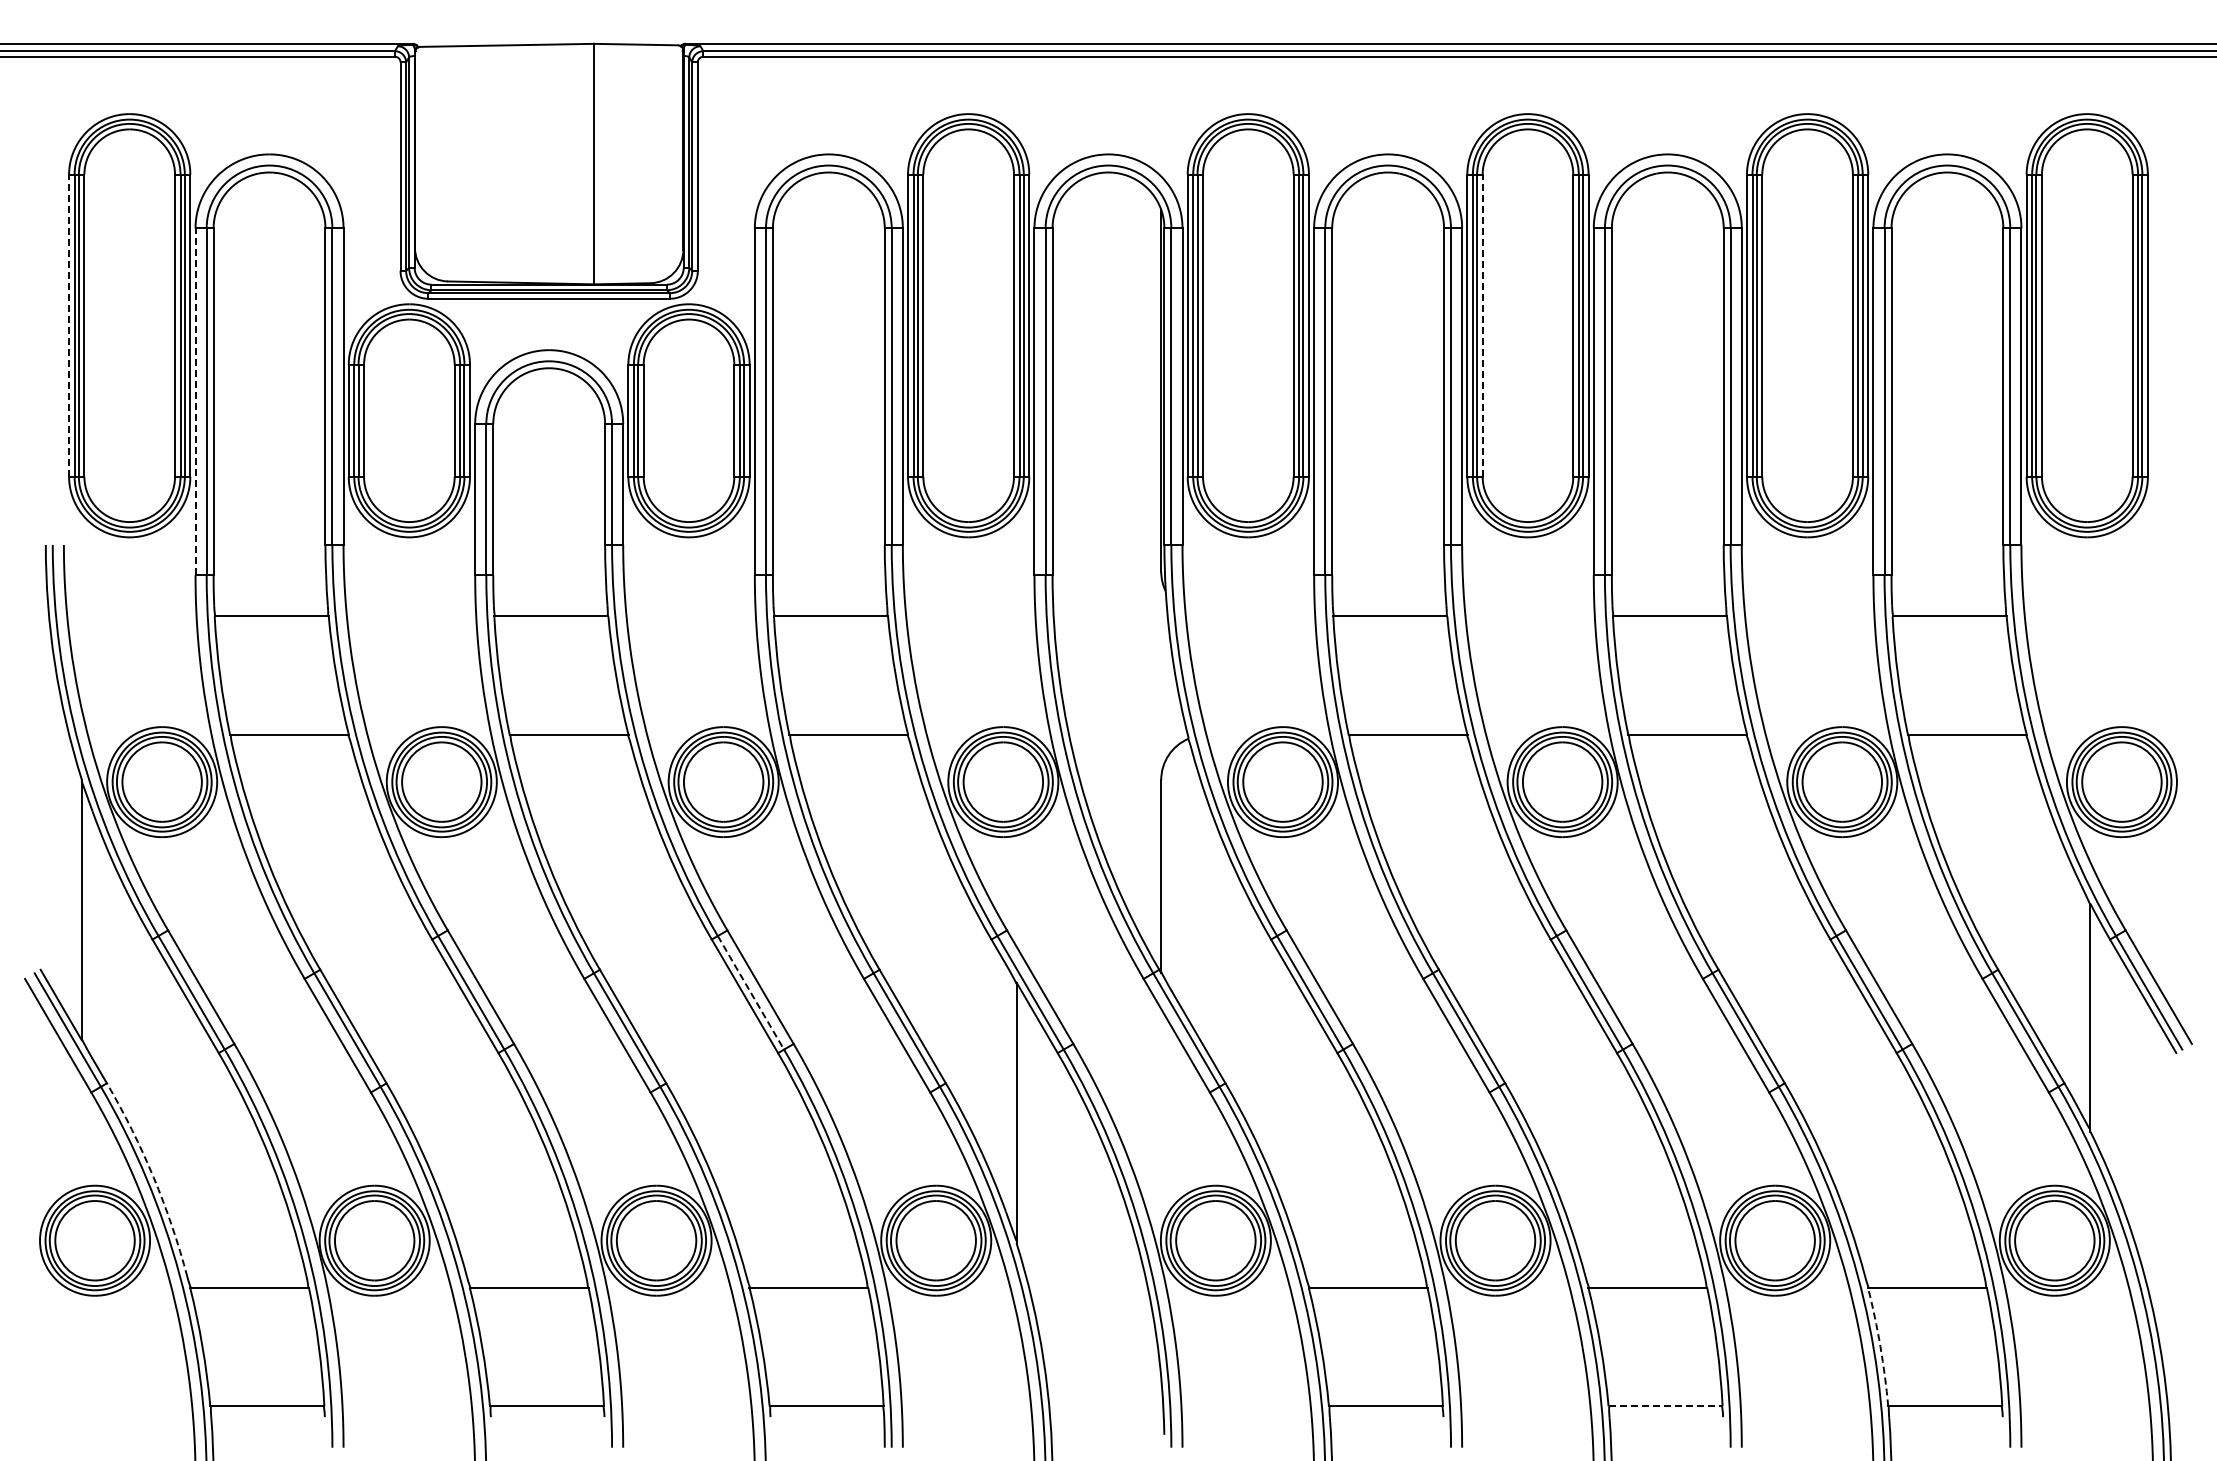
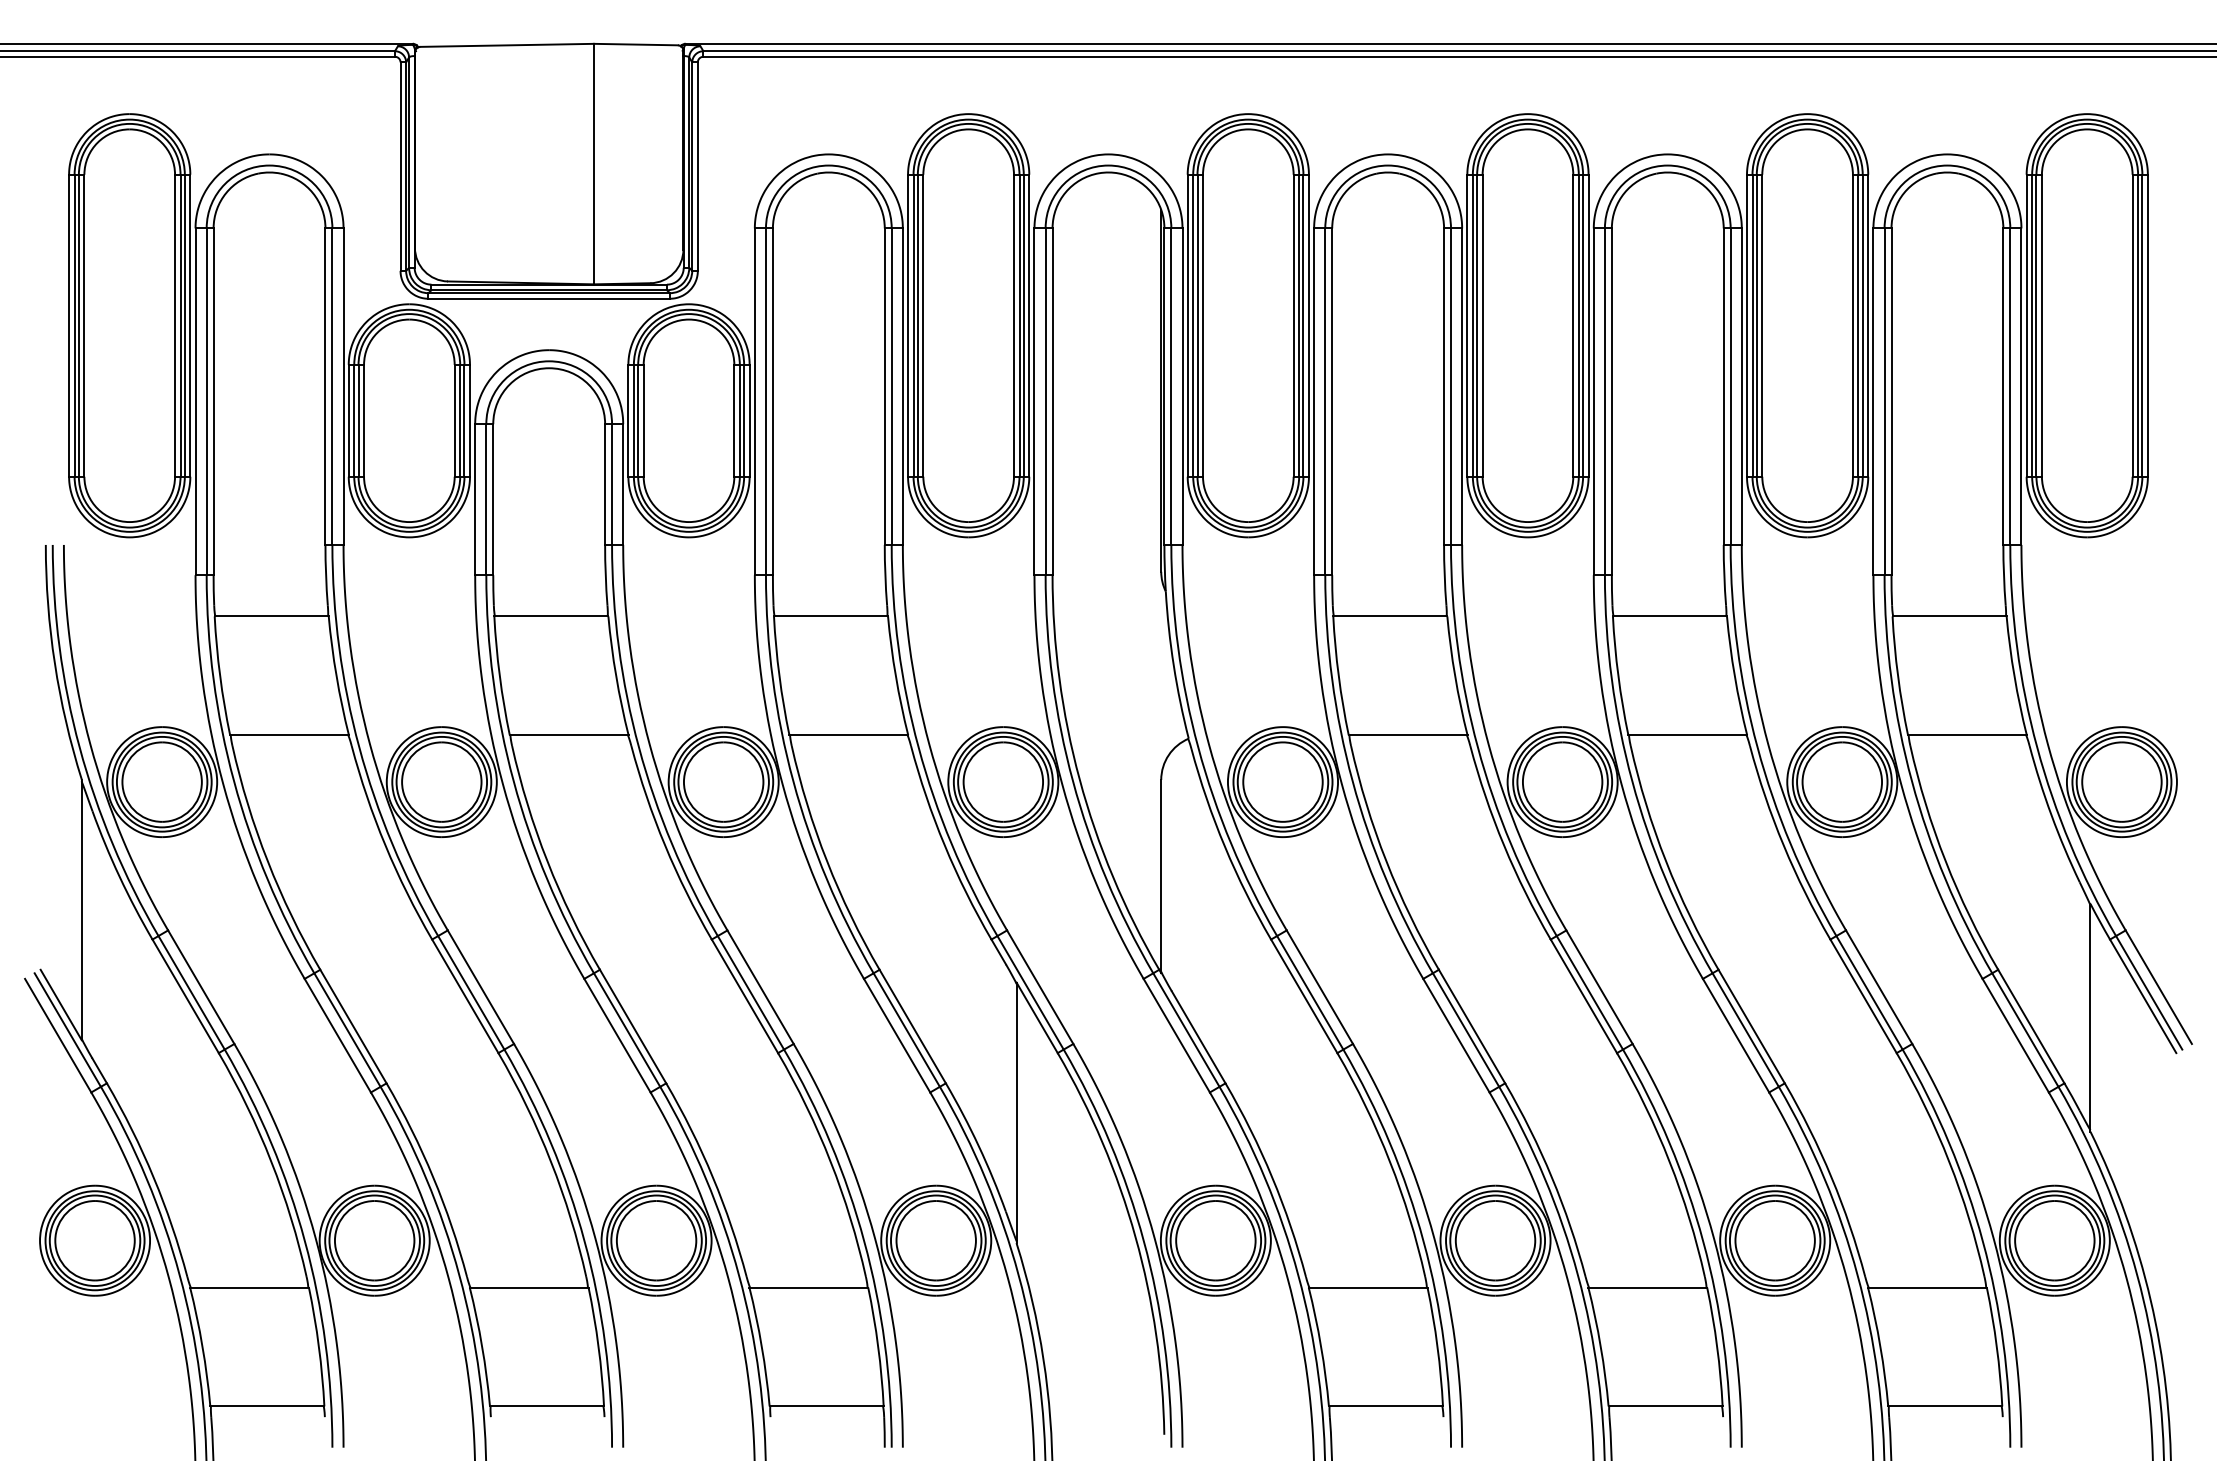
line at (69, 325): dashed -> solid
line at (1482, 325): dashed -> solid
line at (195, 401): dashed -> solid
line at (750, 992): dashed -> solid
arc at (153, 1177): dashed -> solid
arc at (1880, 1346): dashed -> solid
line at (1666, 1406): dashed -> solid
